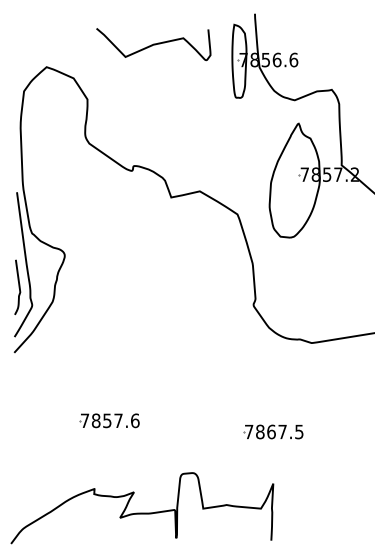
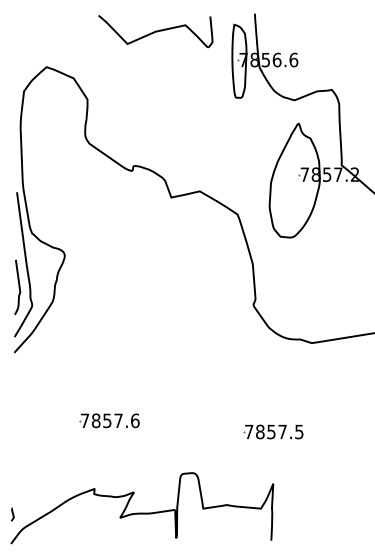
curve at (153, 44) position: (153, 44) -> (155, 31)
text at (271, 431): 7867.5 -> 7857.5
curve at (12, 514): none -> present
